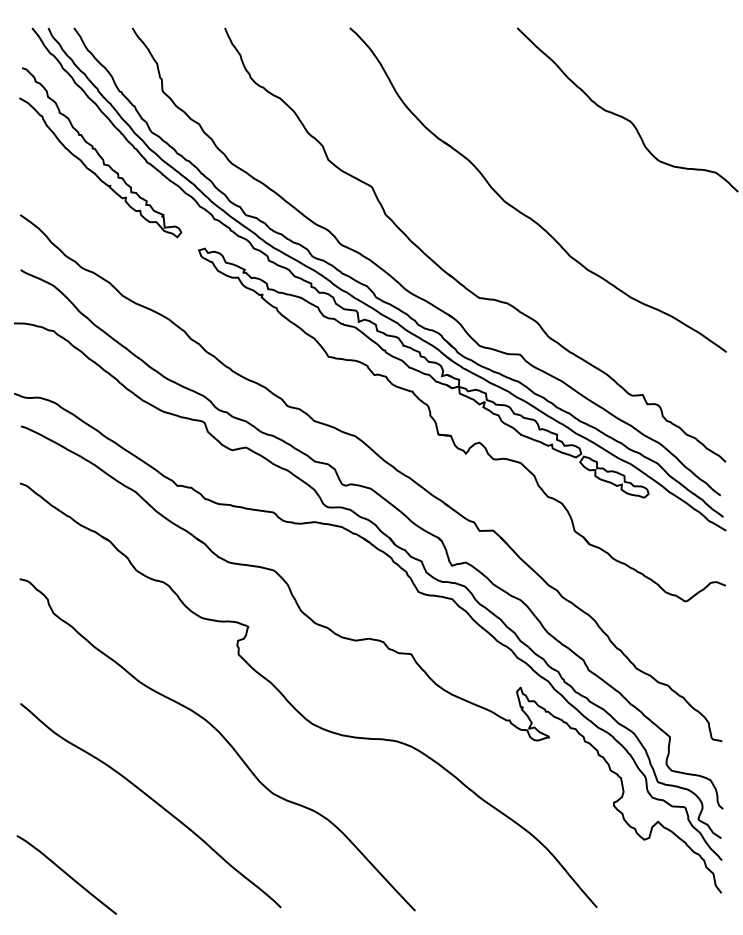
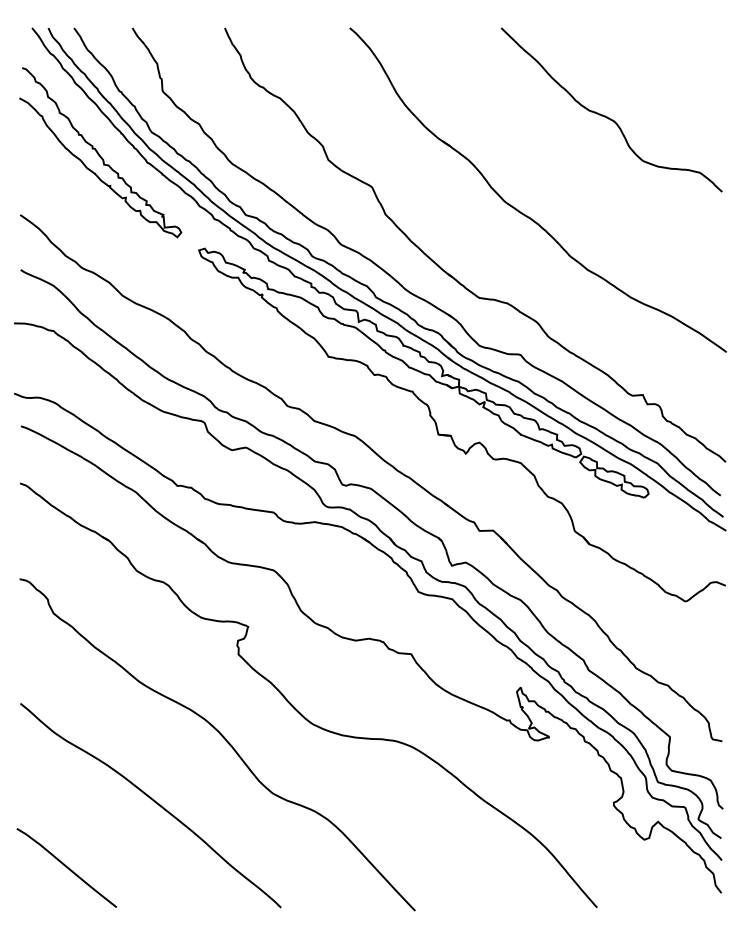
curve at (623, 116) position: (623, 116) -> (607, 116)
curve at (66, 874) position: (66, 874) -> (66, 867)
